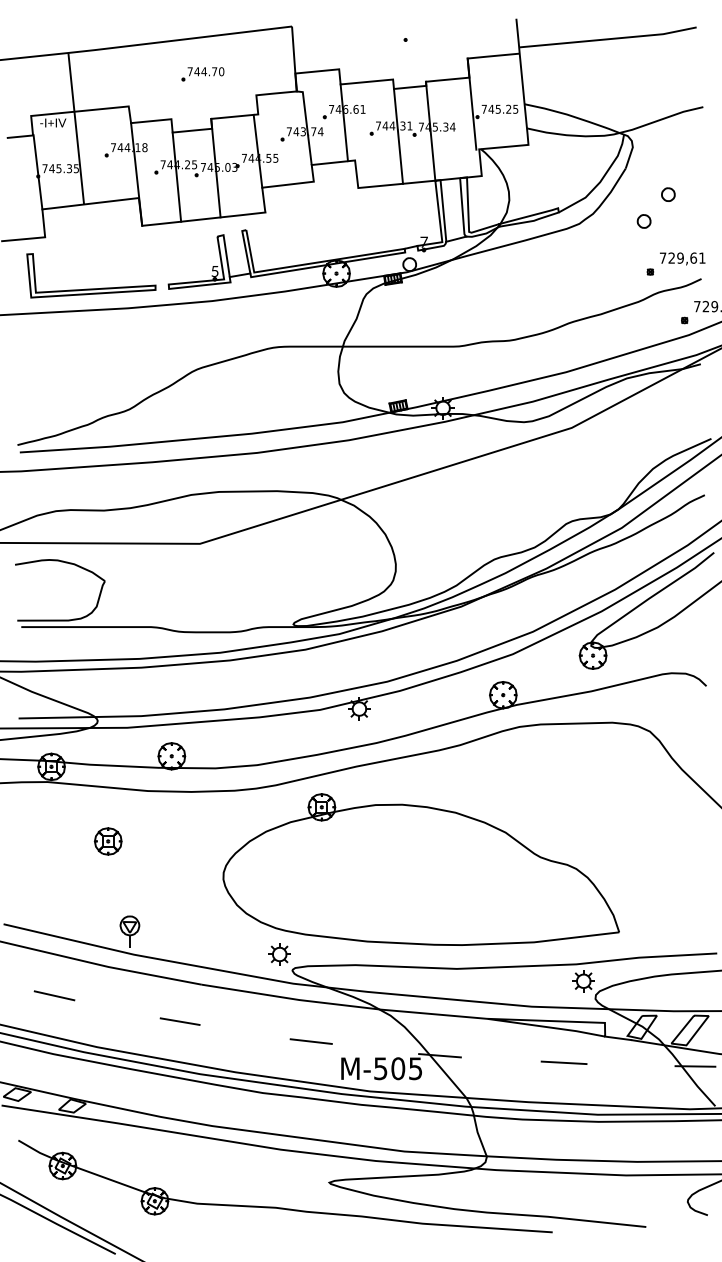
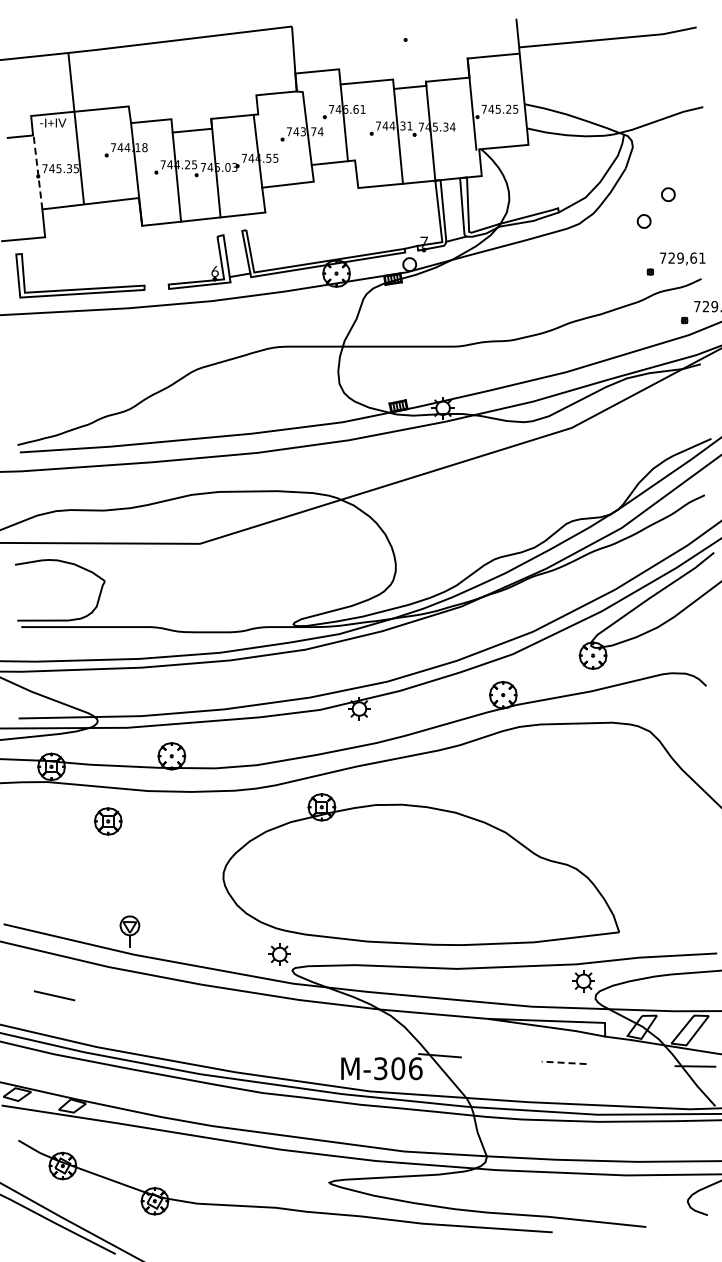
part at (202, 74): present -> none
line at (37, 171): solid -> dashed
text at (214, 271): 5 -> 6
part at (91, 288) position: (91, 288) -> (80, 288)
part at (107, 841) position: (107, 841) -> (107, 821)
line at (179, 1021): present -> none
line at (310, 1041): present -> none
line at (563, 1062): solid -> dashed
text at (398, 1068): M-505 -> M-306
